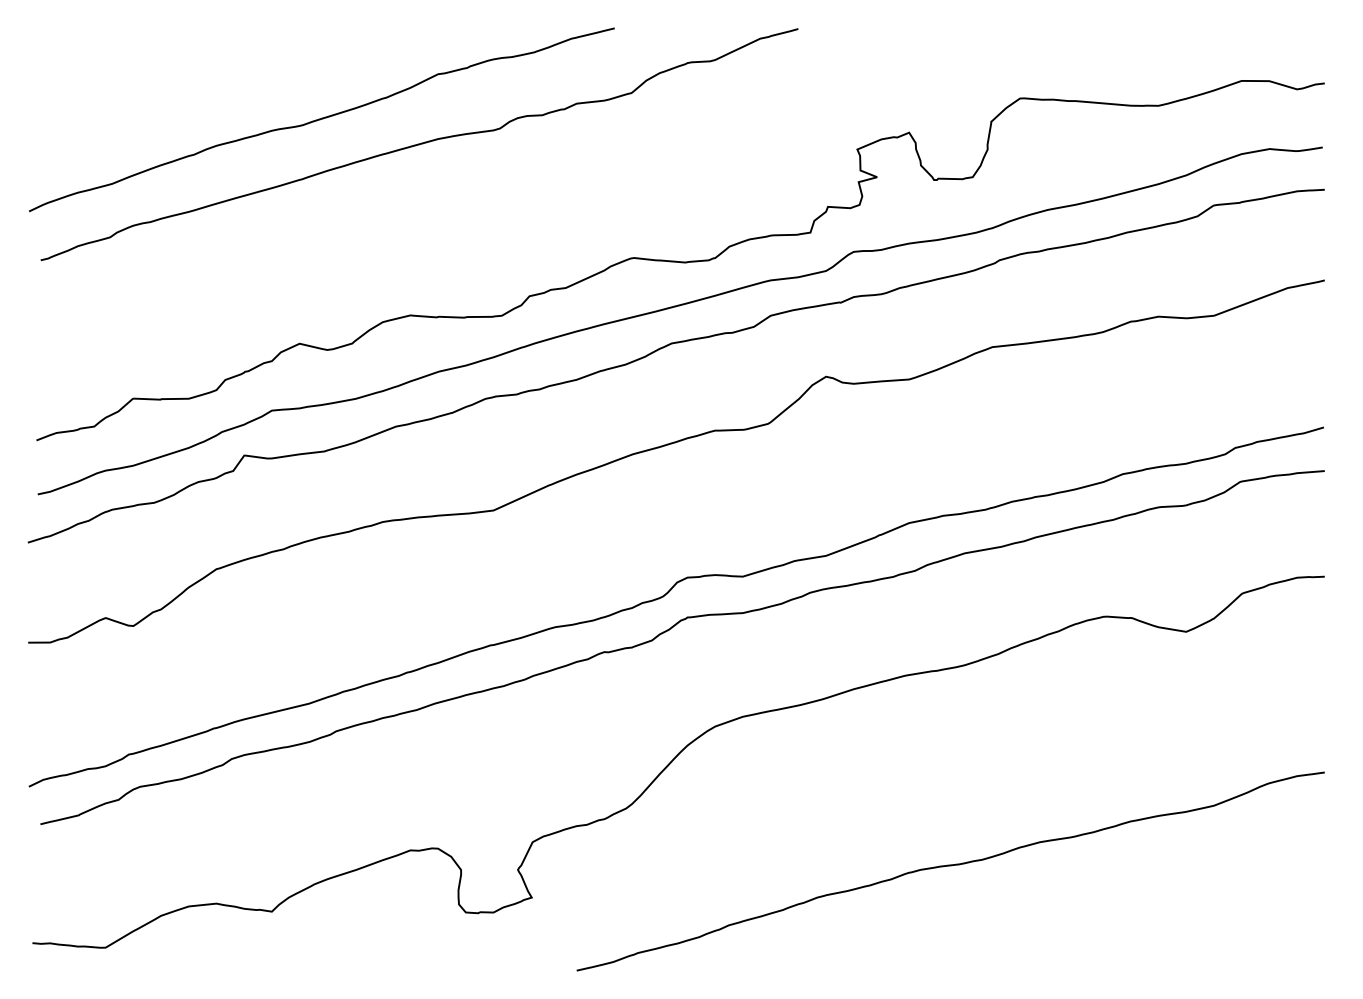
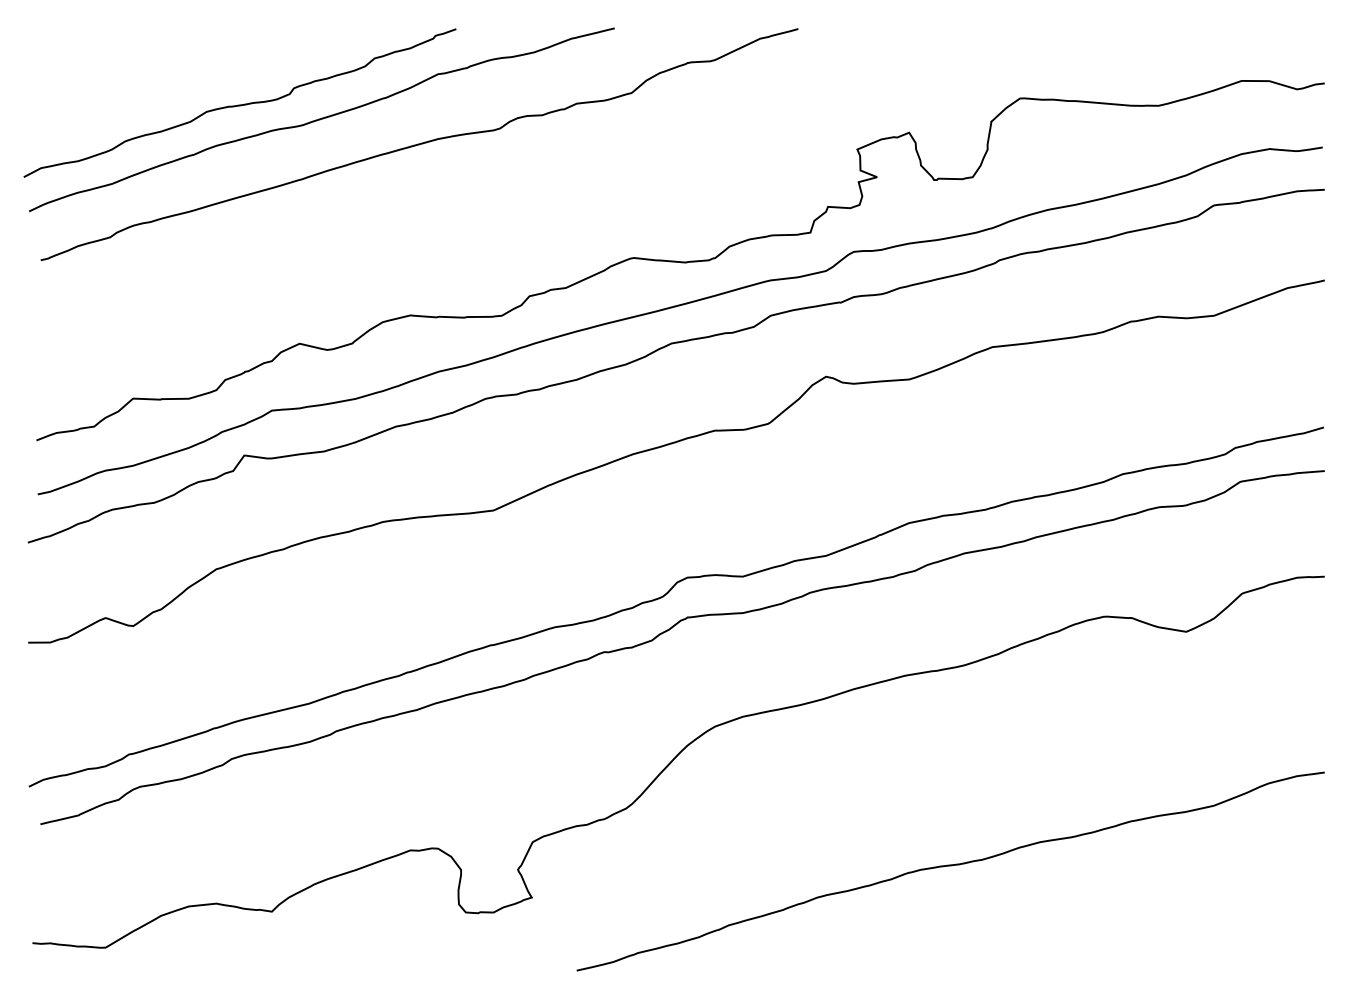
curve at (239, 104): none -> present
